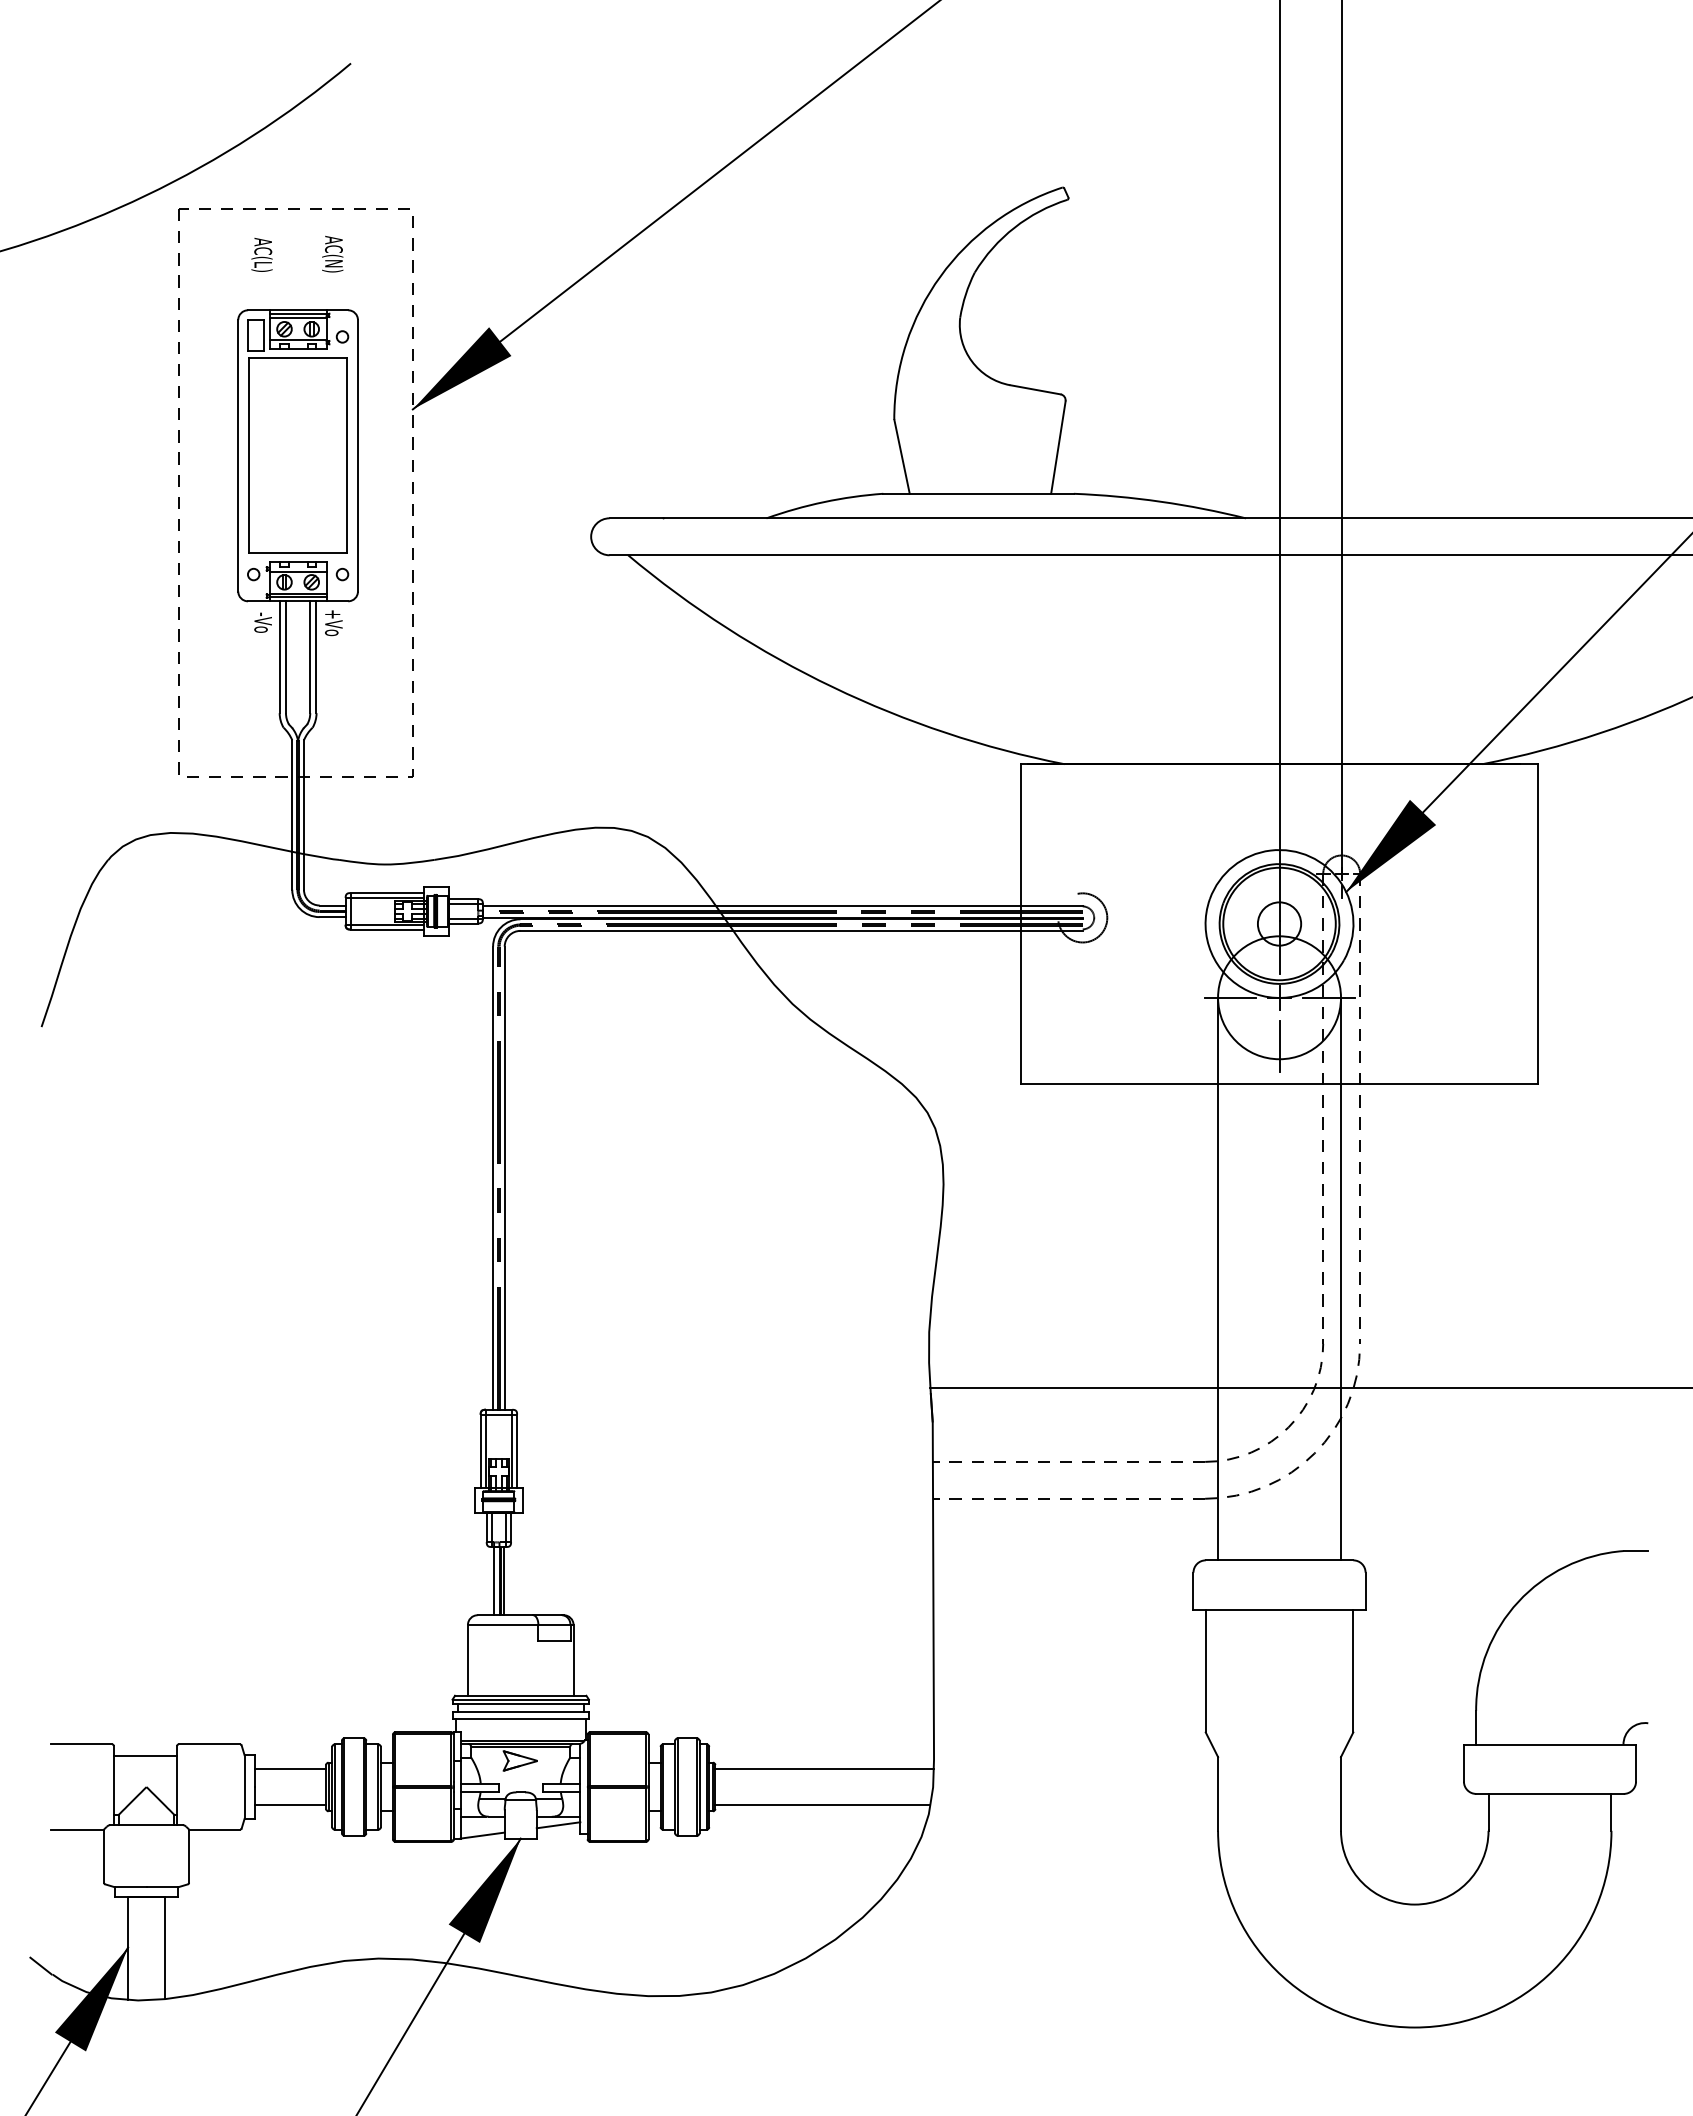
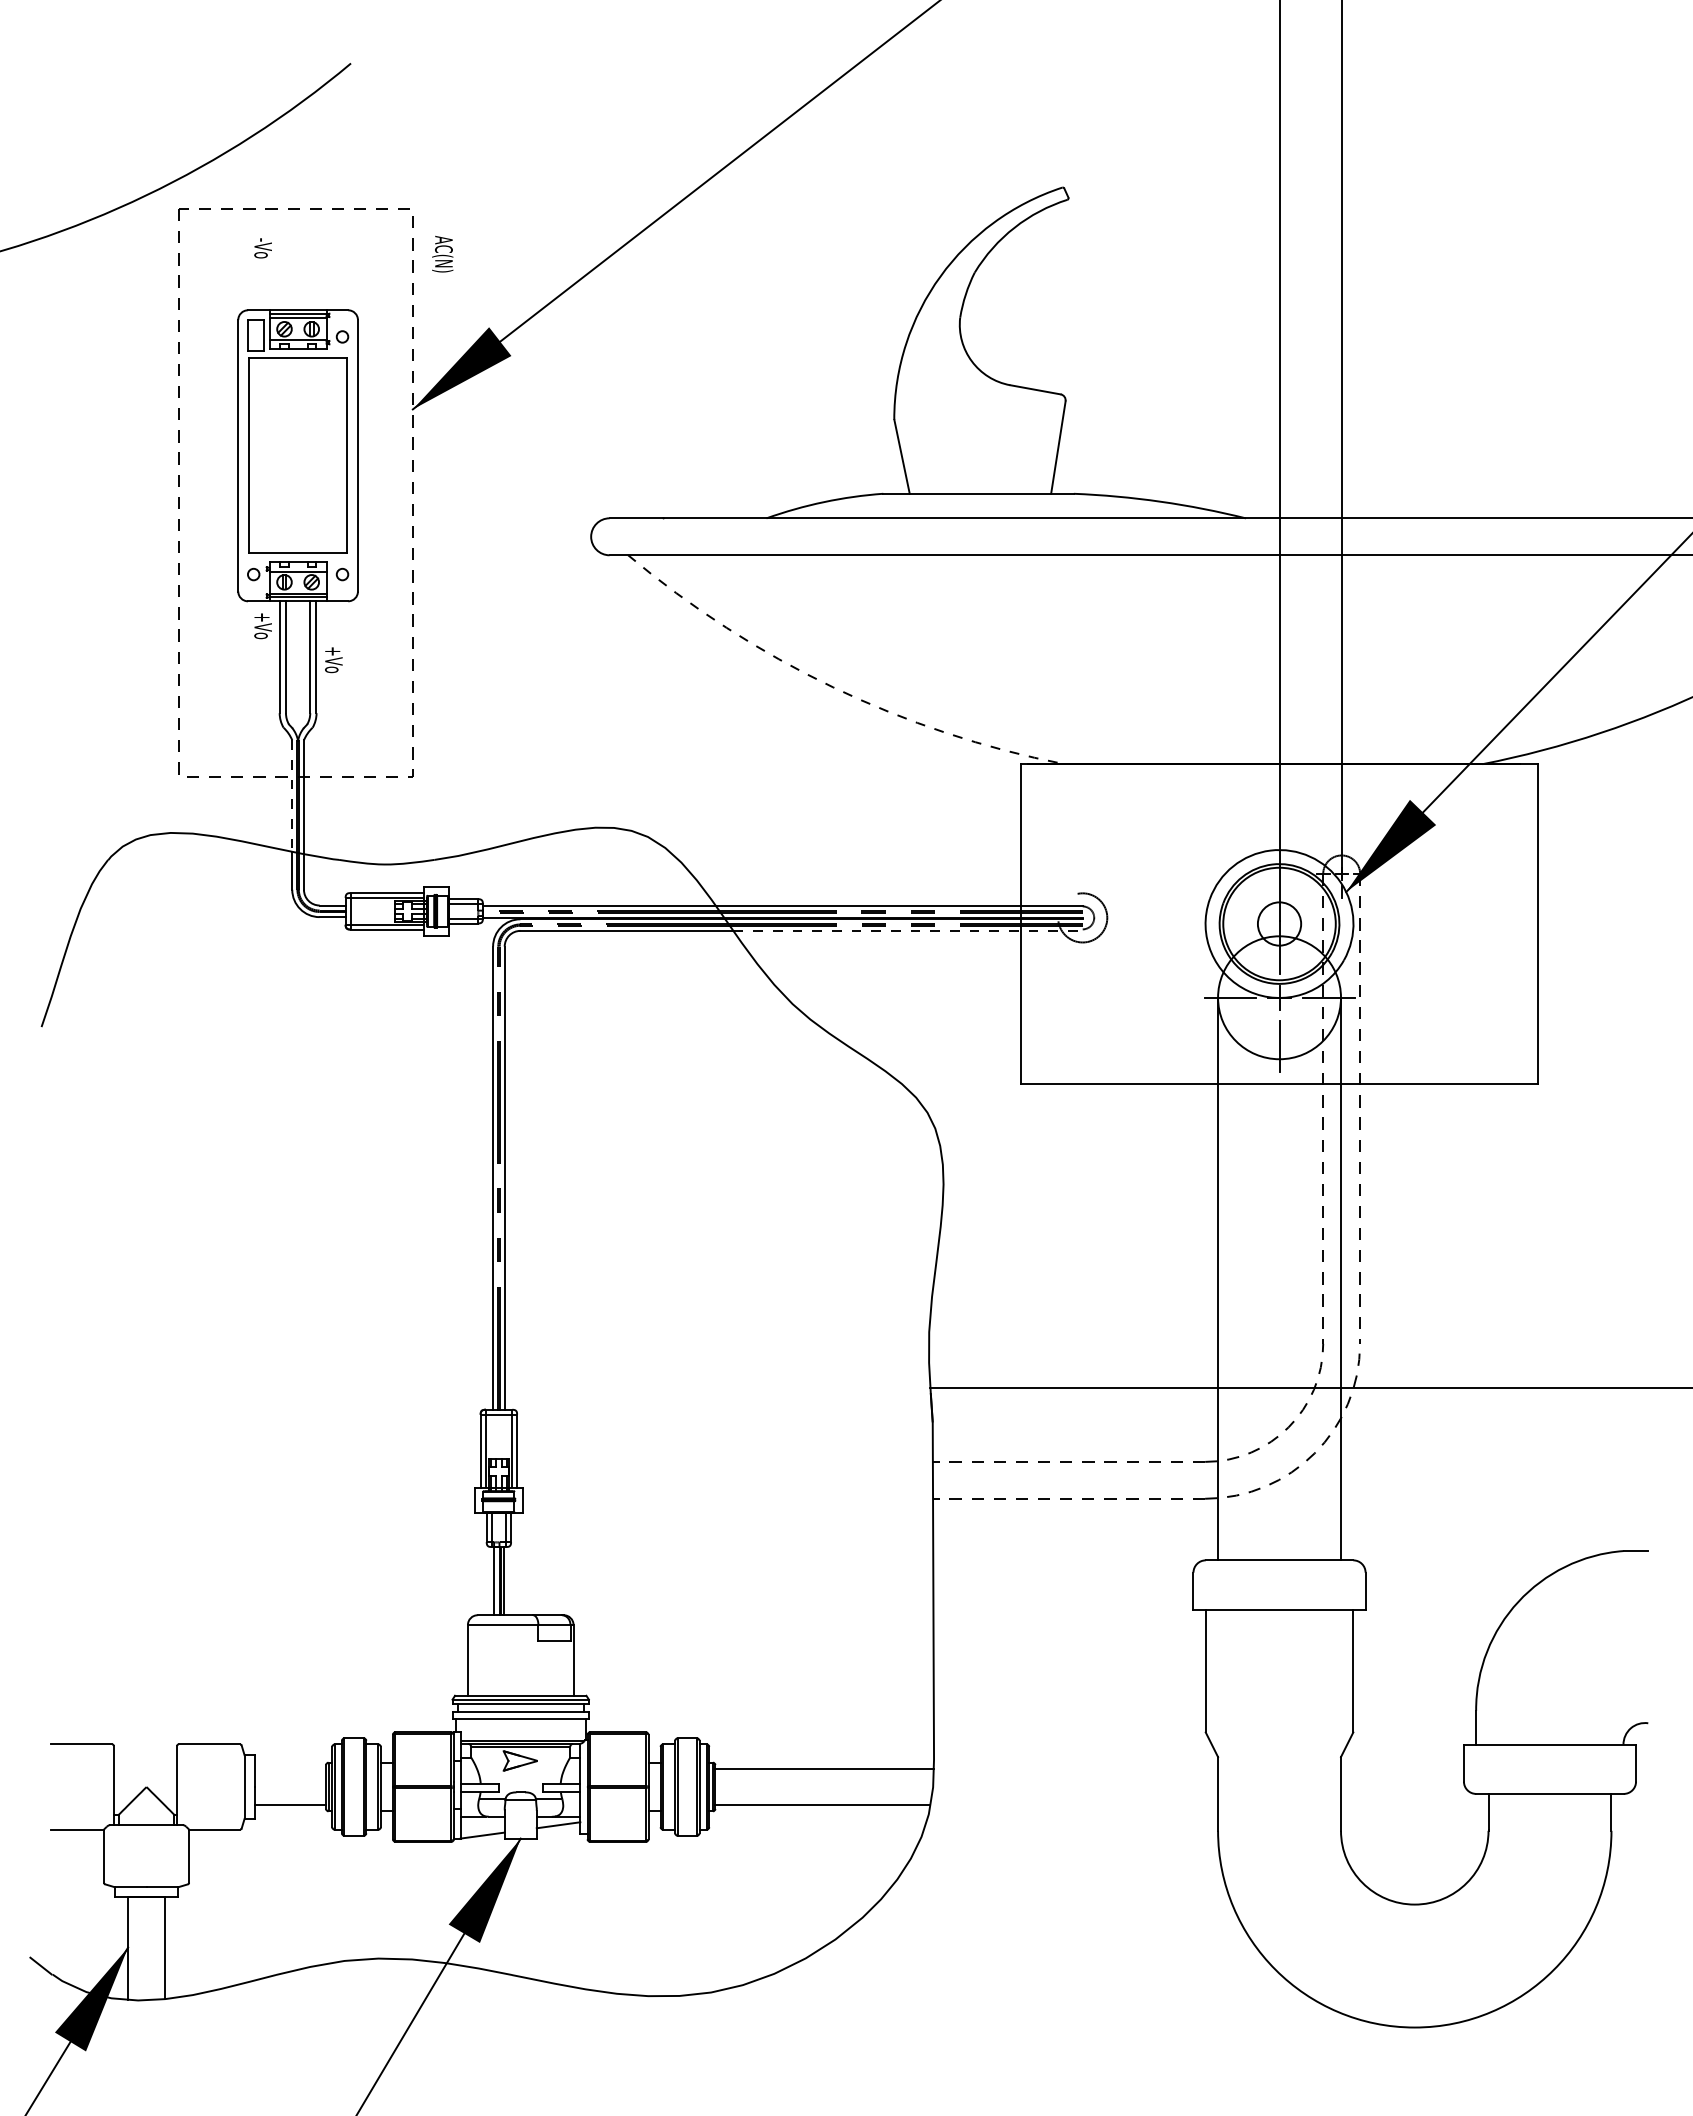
text at (332, 253) position: (332, 253) -> (442, 253)
text at (261, 254): AC(L) -> -Vo
text at (333, 623) position: (333, 623) -> (333, 660)
text at (262, 625): -Vo -> +Vo
arc at (833, 687): solid -> dashed
line at (292, 796): solid -> dashed
line at (908, 930): solid -> dashed
line at (145, 1755): present -> none
line at (290, 1768): present -> none
